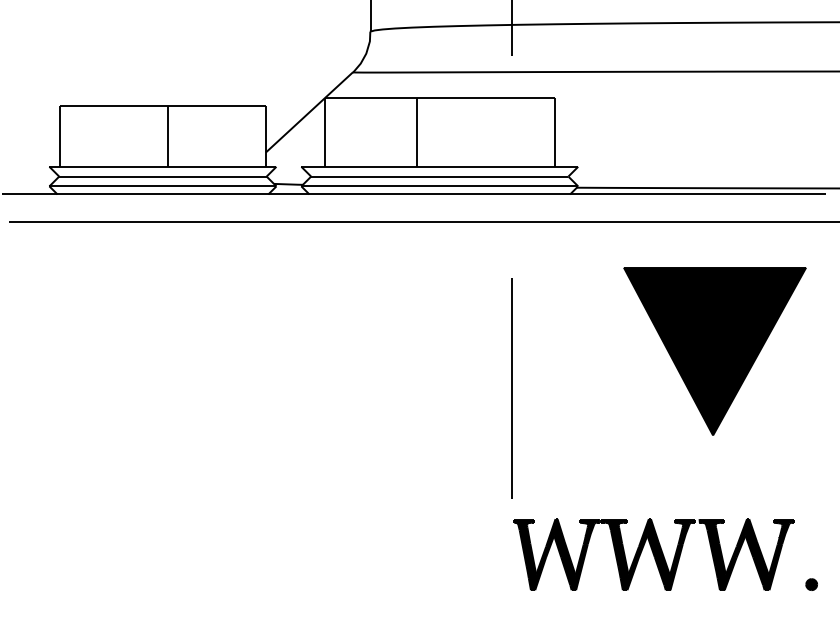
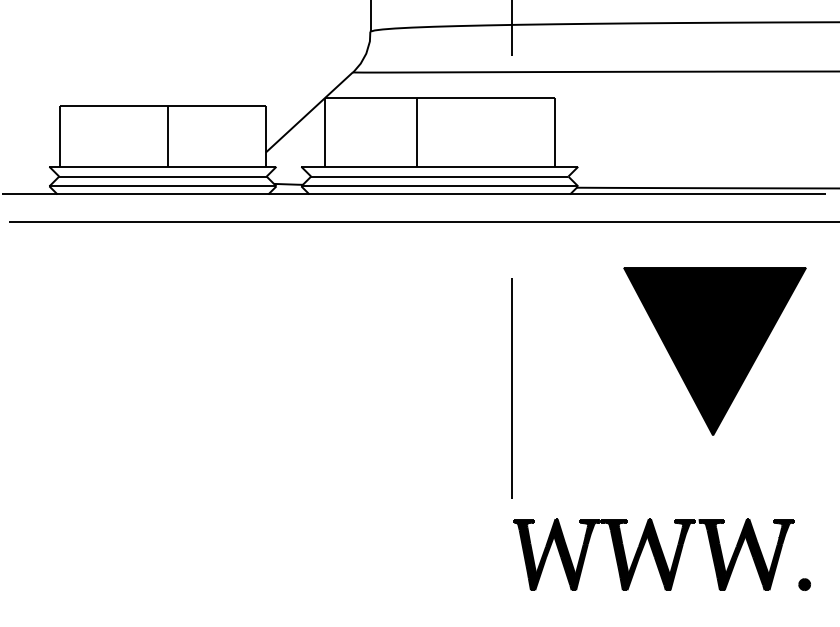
part at (811, 584) position: (811, 584) -> (804, 584)
